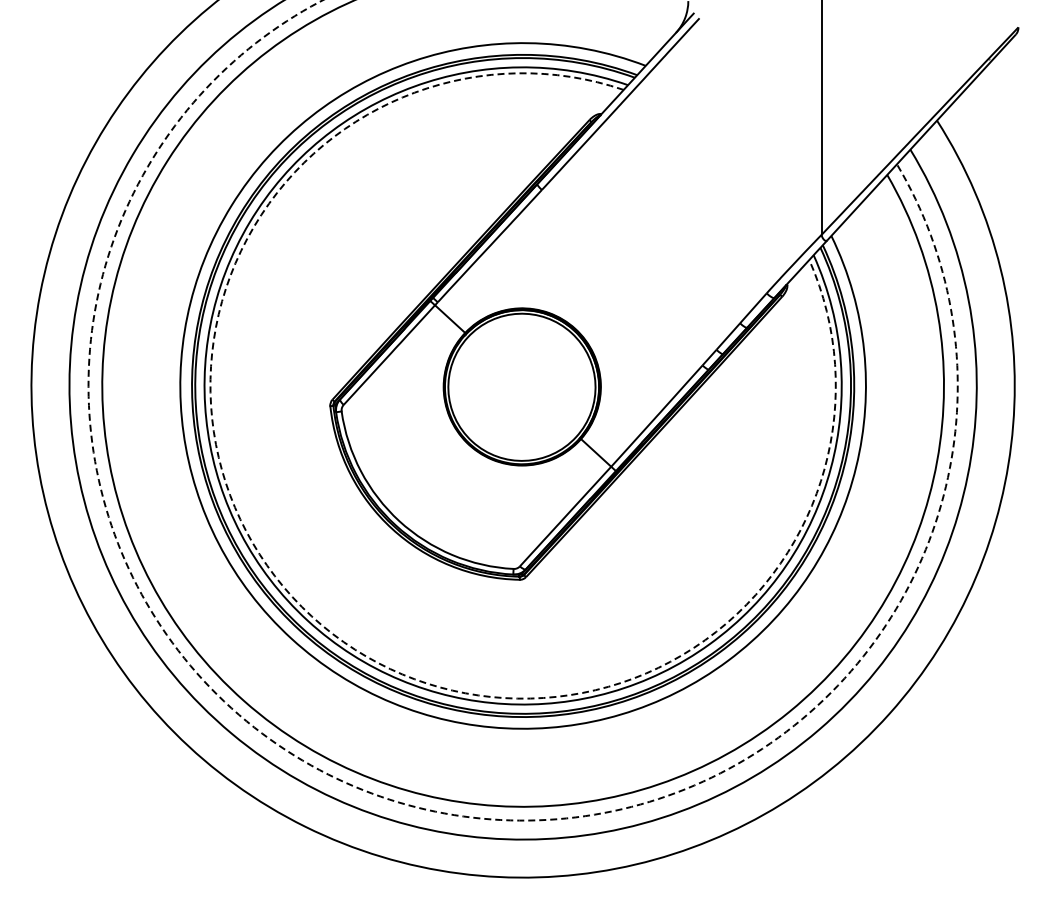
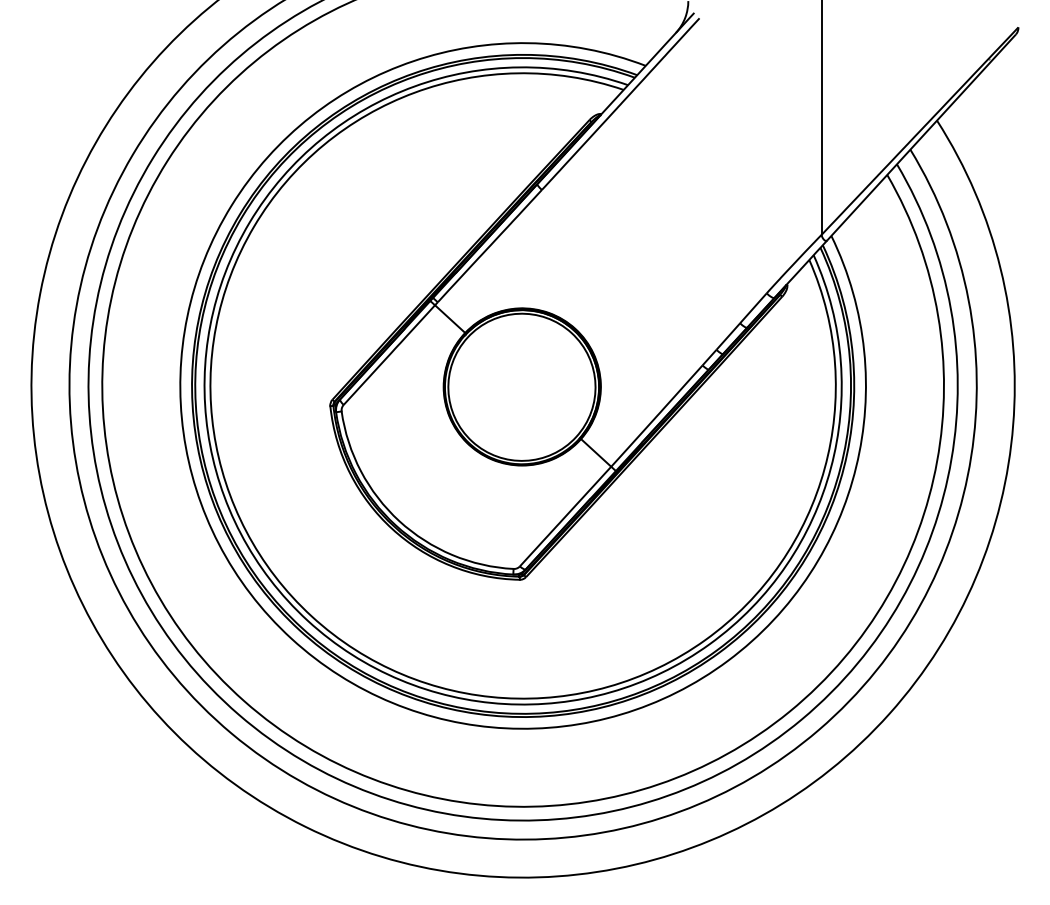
arc at (311, 616): dashed -> solid
arc at (402, 803): dashed -> solid
